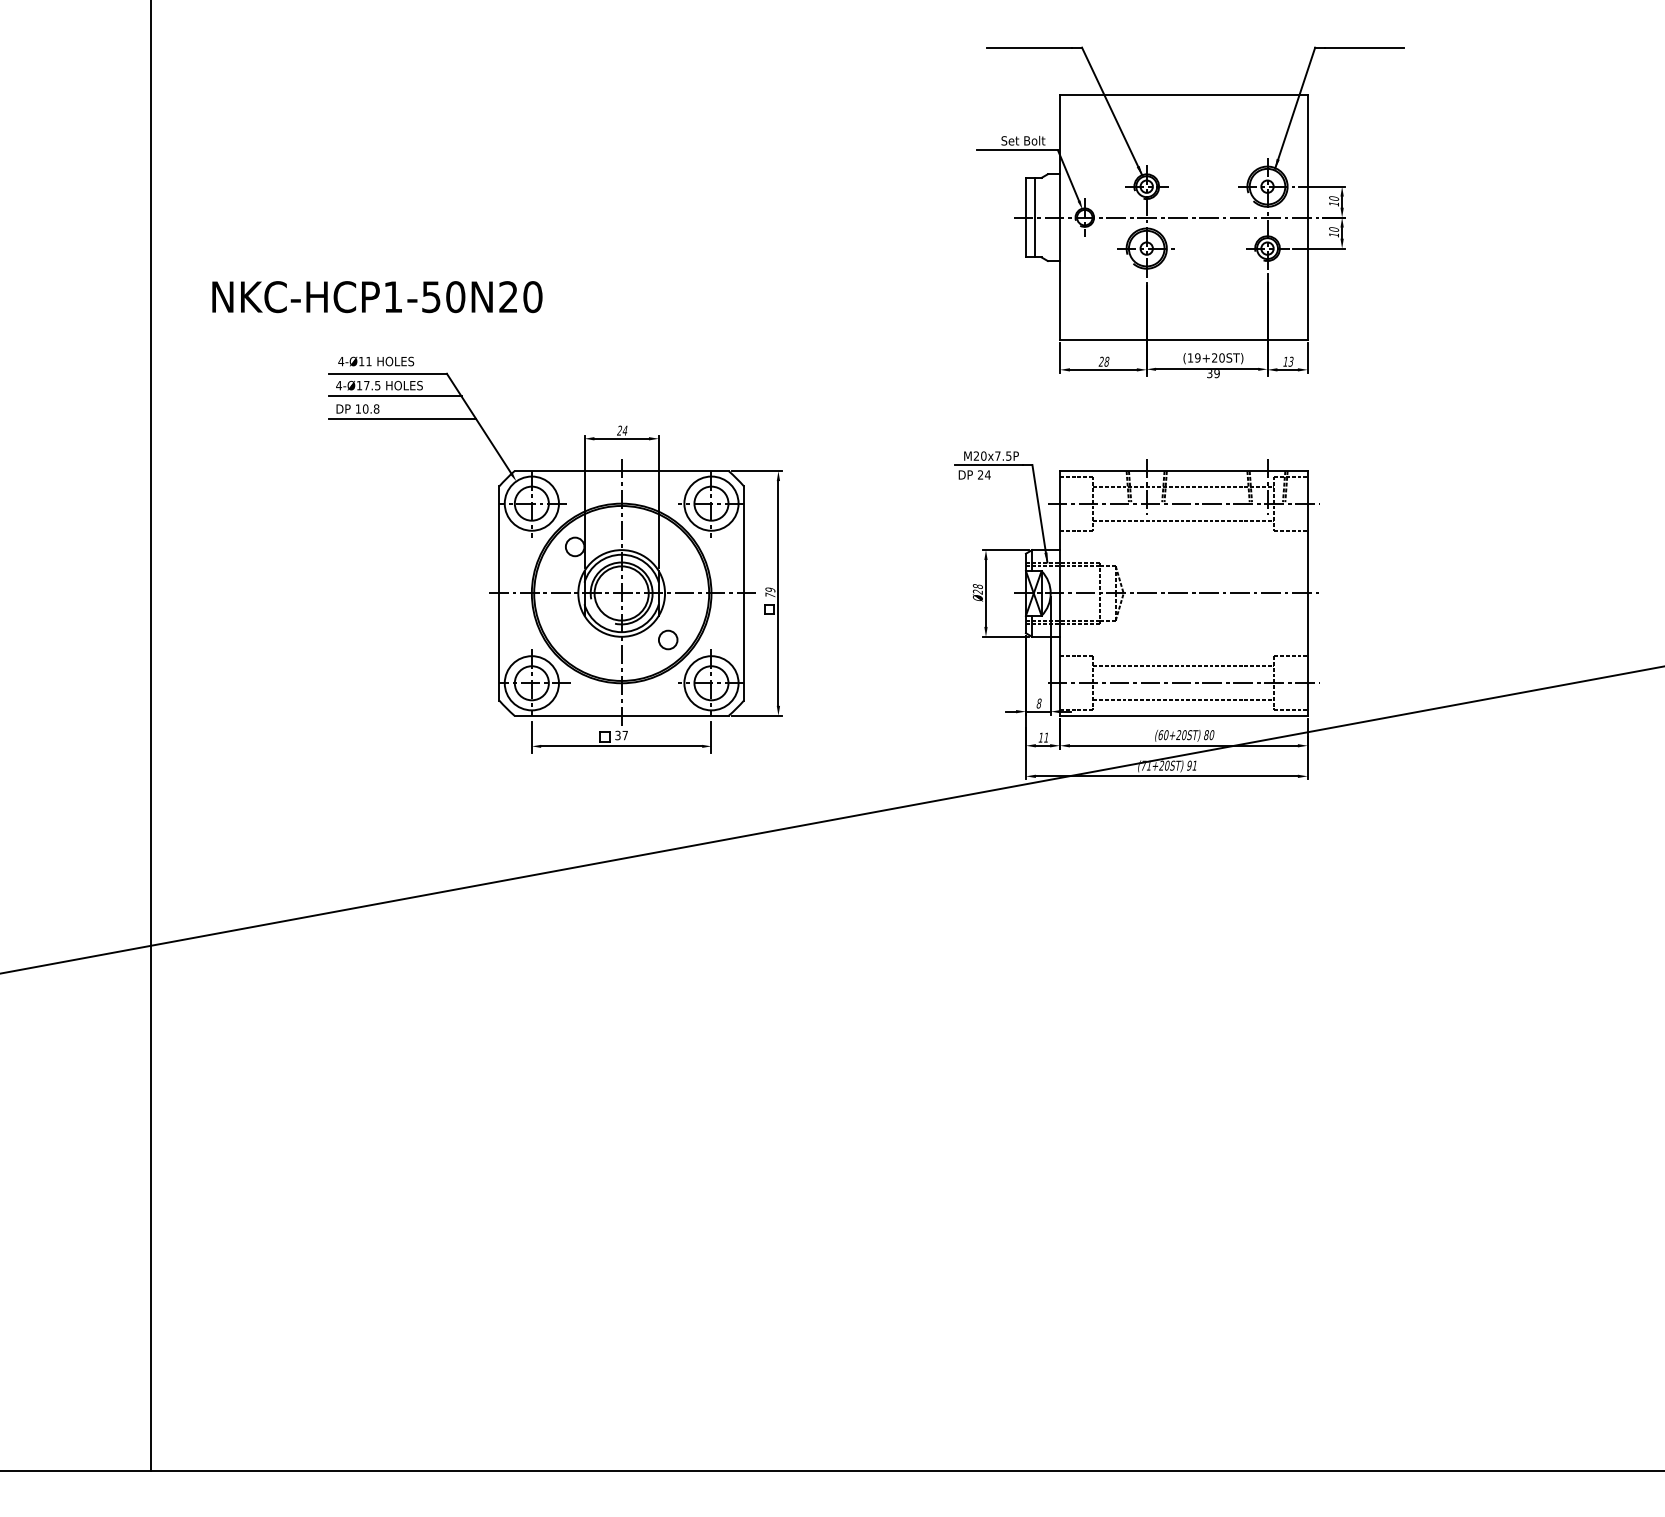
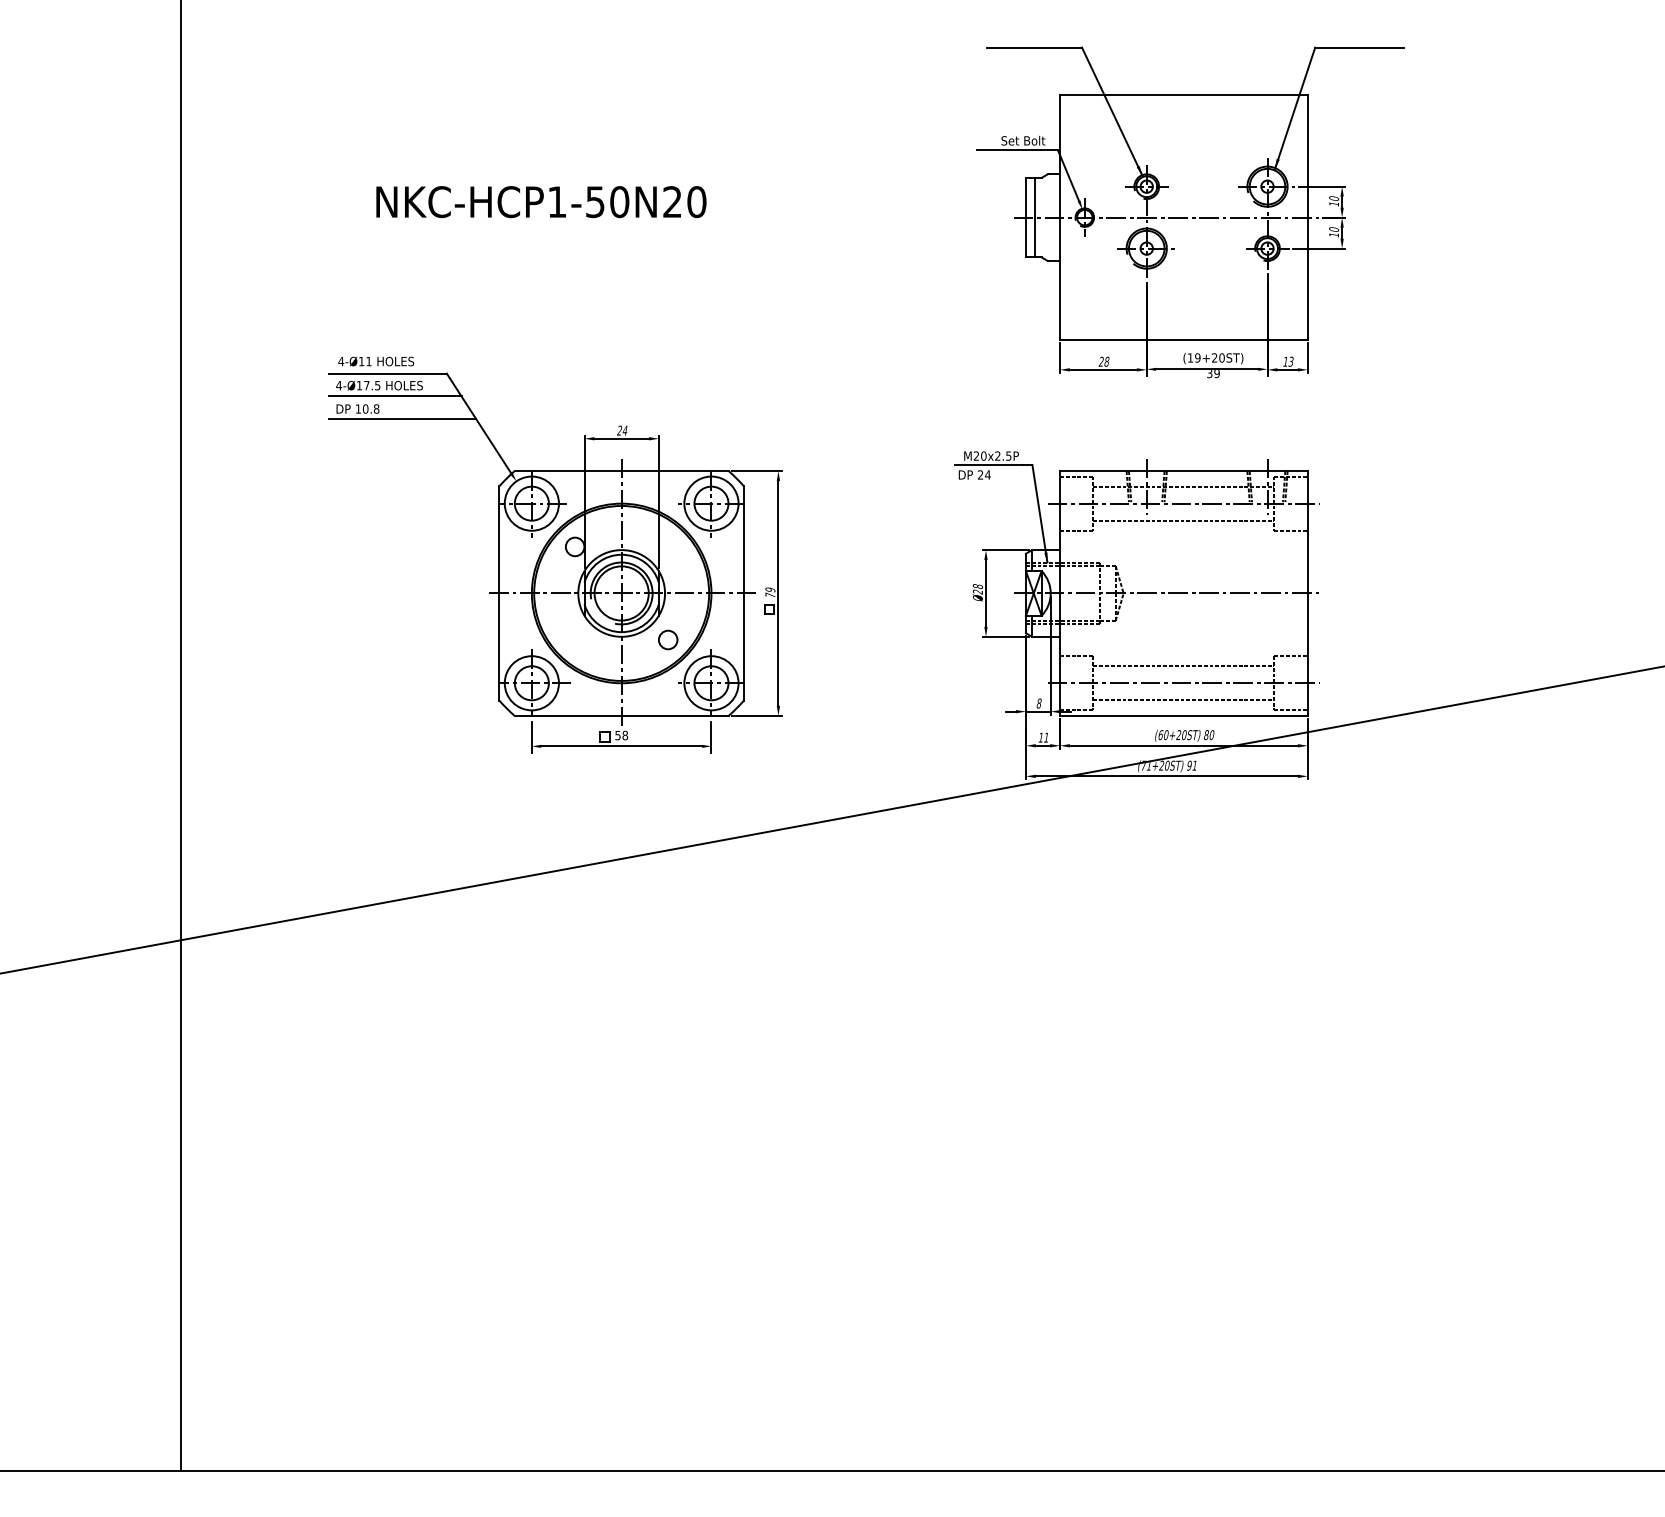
text at (377, 297) position: (377, 297) -> (541, 202)
text at (997, 455): M20x7.5P -> M20x2.5P
text at (621, 735): 37 -> 58
line at (151, 736) position: (151, 736) -> (181, 736)
